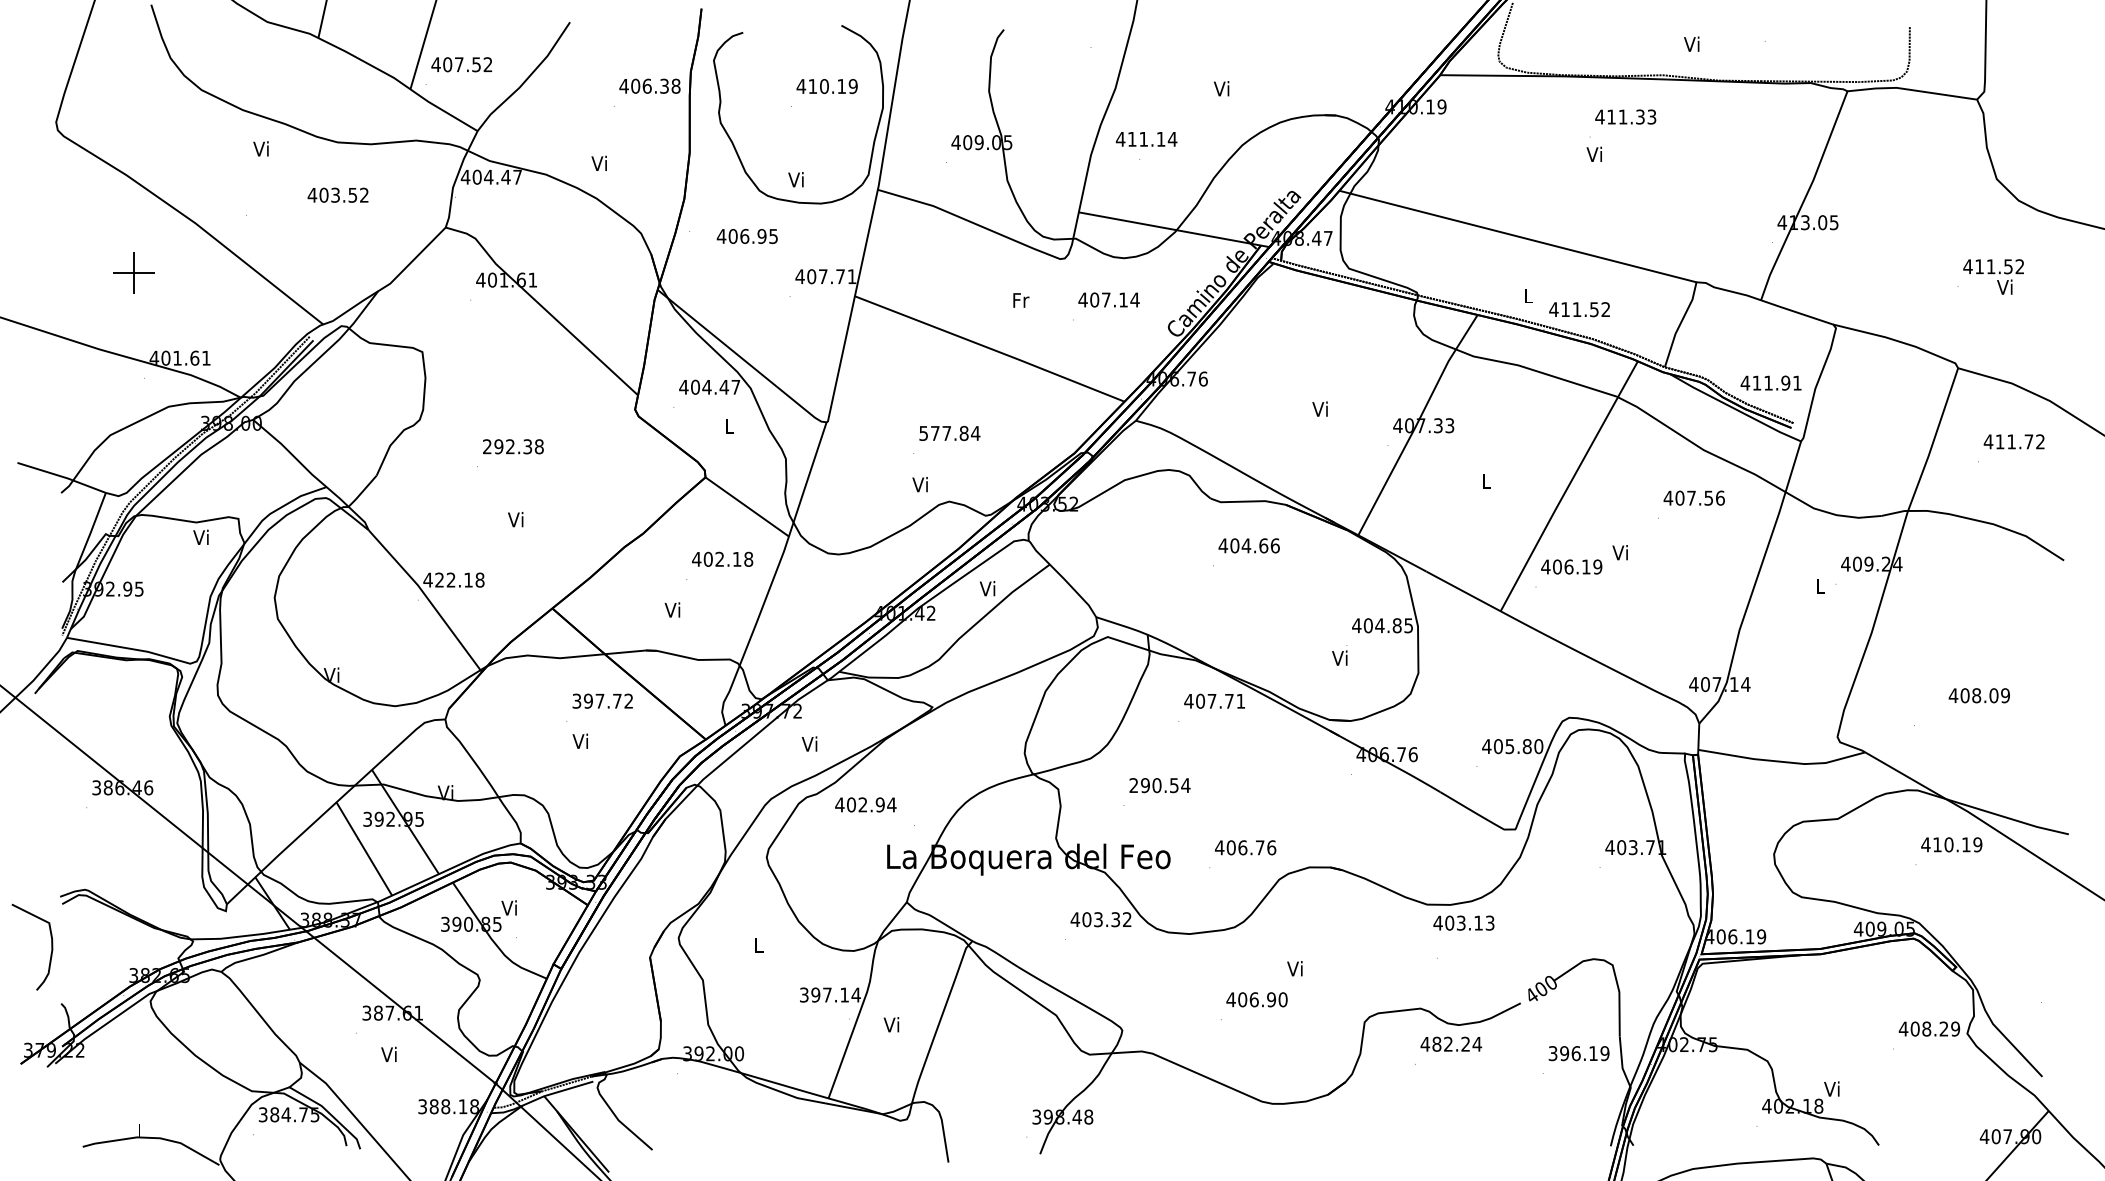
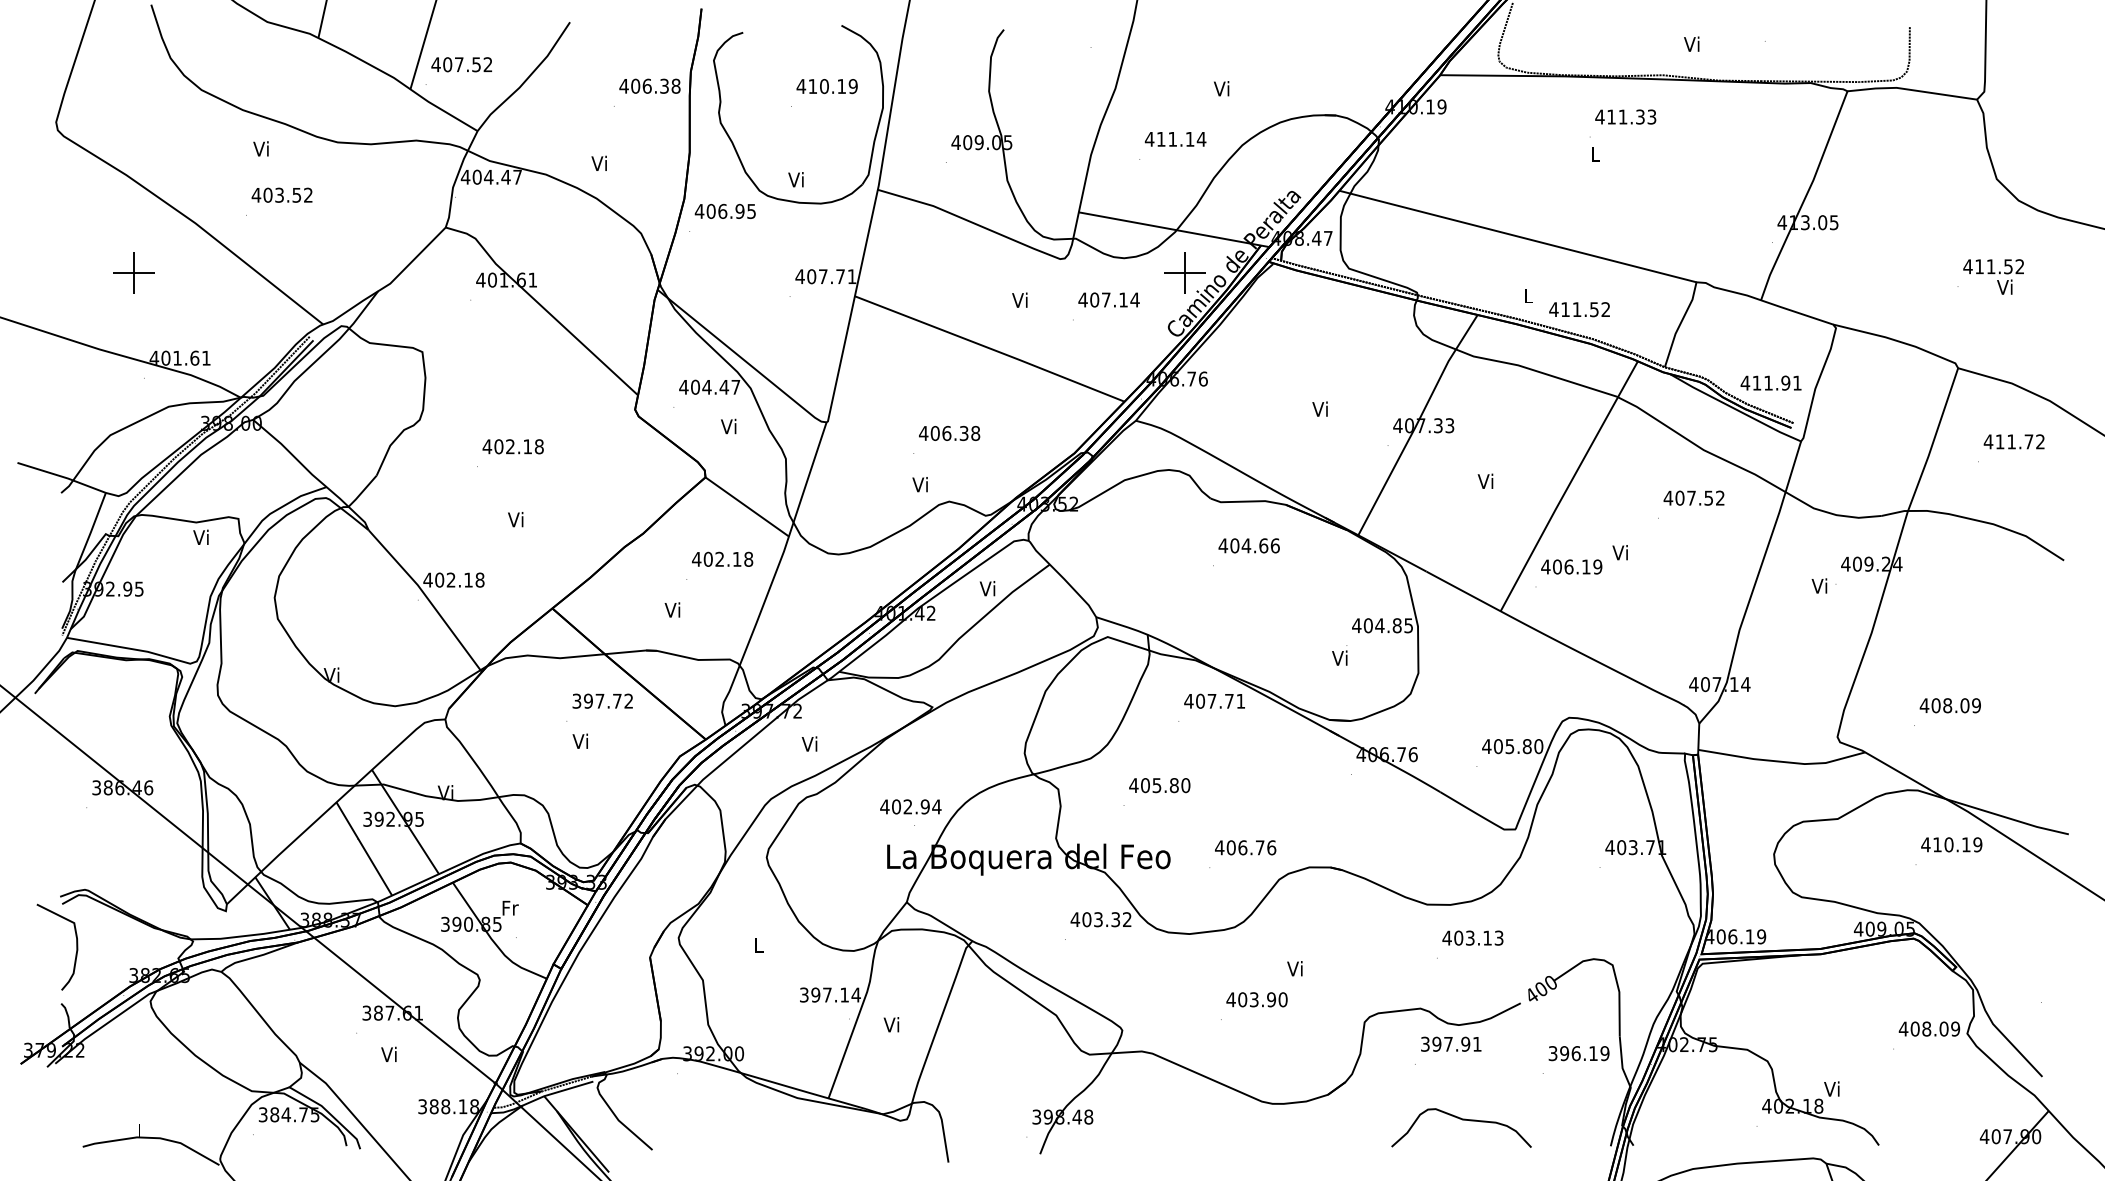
text at (1146, 139) position: (1146, 139) -> (1175, 139)
text at (1593, 153): Vi -> L
text at (337, 194) position: (337, 194) -> (281, 194)
text at (746, 236) position: (746, 236) -> (724, 211)
part at (1184, 272): none -> present
text at (1020, 299): Fr -> Vi
text at (728, 426): L -> Vi
text at (949, 433): 577.84 -> 406.38
text at (507, 446): 292.38 -> 402.18
text at (1485, 480): L -> Vi
text at (1720, 497): 407.56 -> 407.52
text at (439, 579): 422.18 -> 402.18
text at (1819, 585): L -> Vi
text at (1978, 695) position: (1978, 695) -> (1949, 705)
text at (1159, 785): 290.54 -> 405.80
text at (865, 804) position: (865, 804) -> (910, 806)
text at (509, 907): Vi -> Fr
text at (1463, 922) position: (1463, 922) -> (1472, 937)
curve at (51, 946) position: (51, 946) -> (76, 946)
text at (1253, 999): 406.90 -> 403.90
text at (1943, 1028): 408.29 -> 408.09
text at (1451, 1043): 482.24 -> 397.91
curve at (1462, 1120): none -> present
